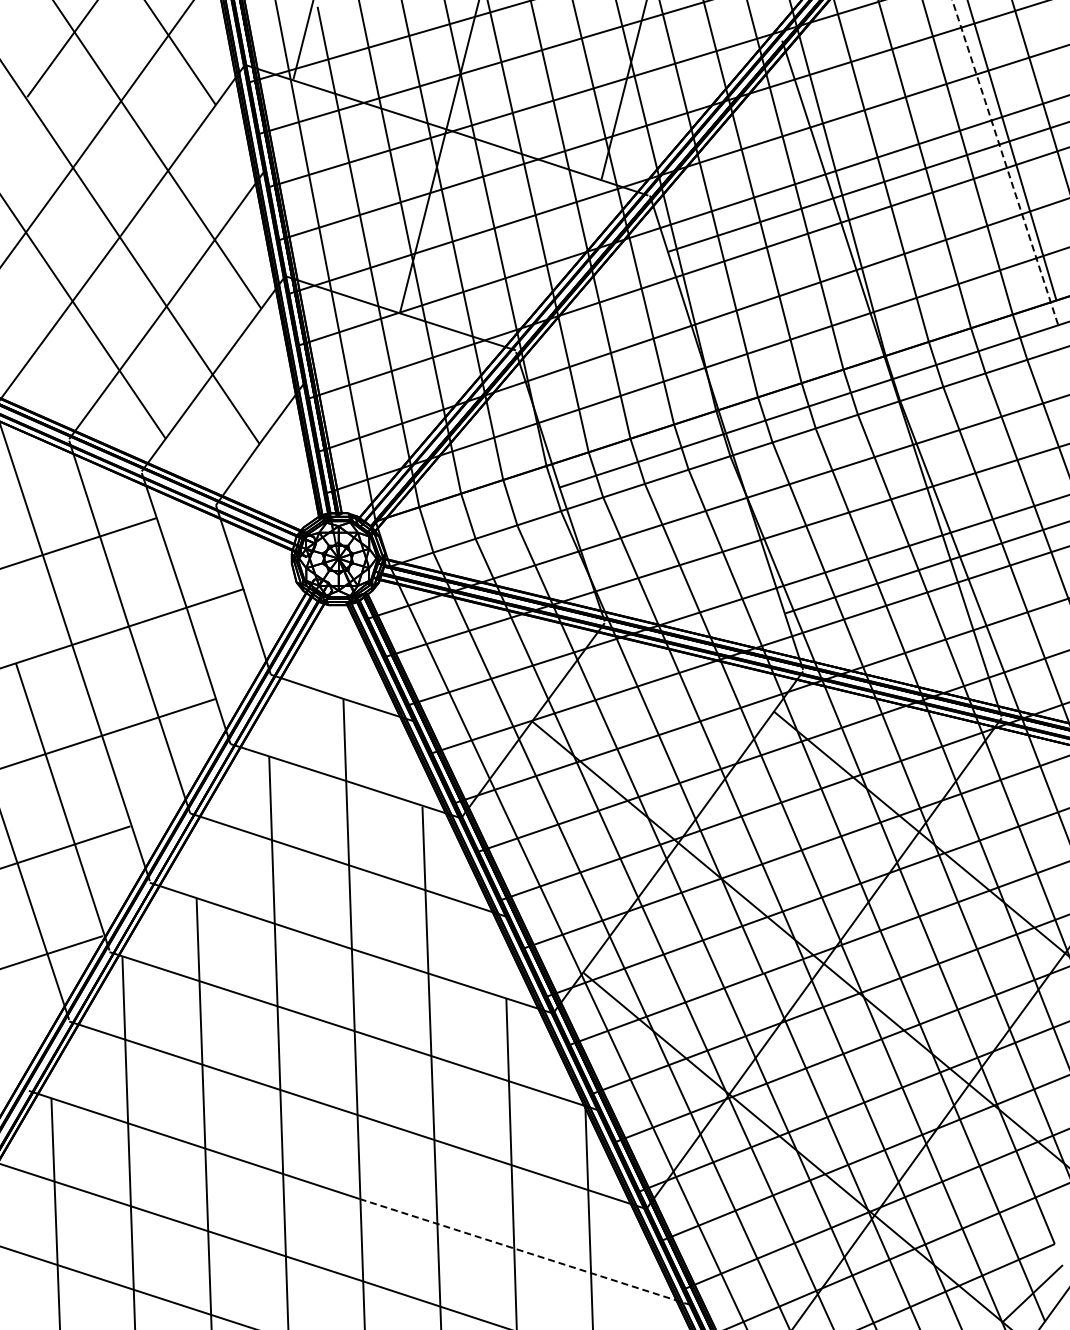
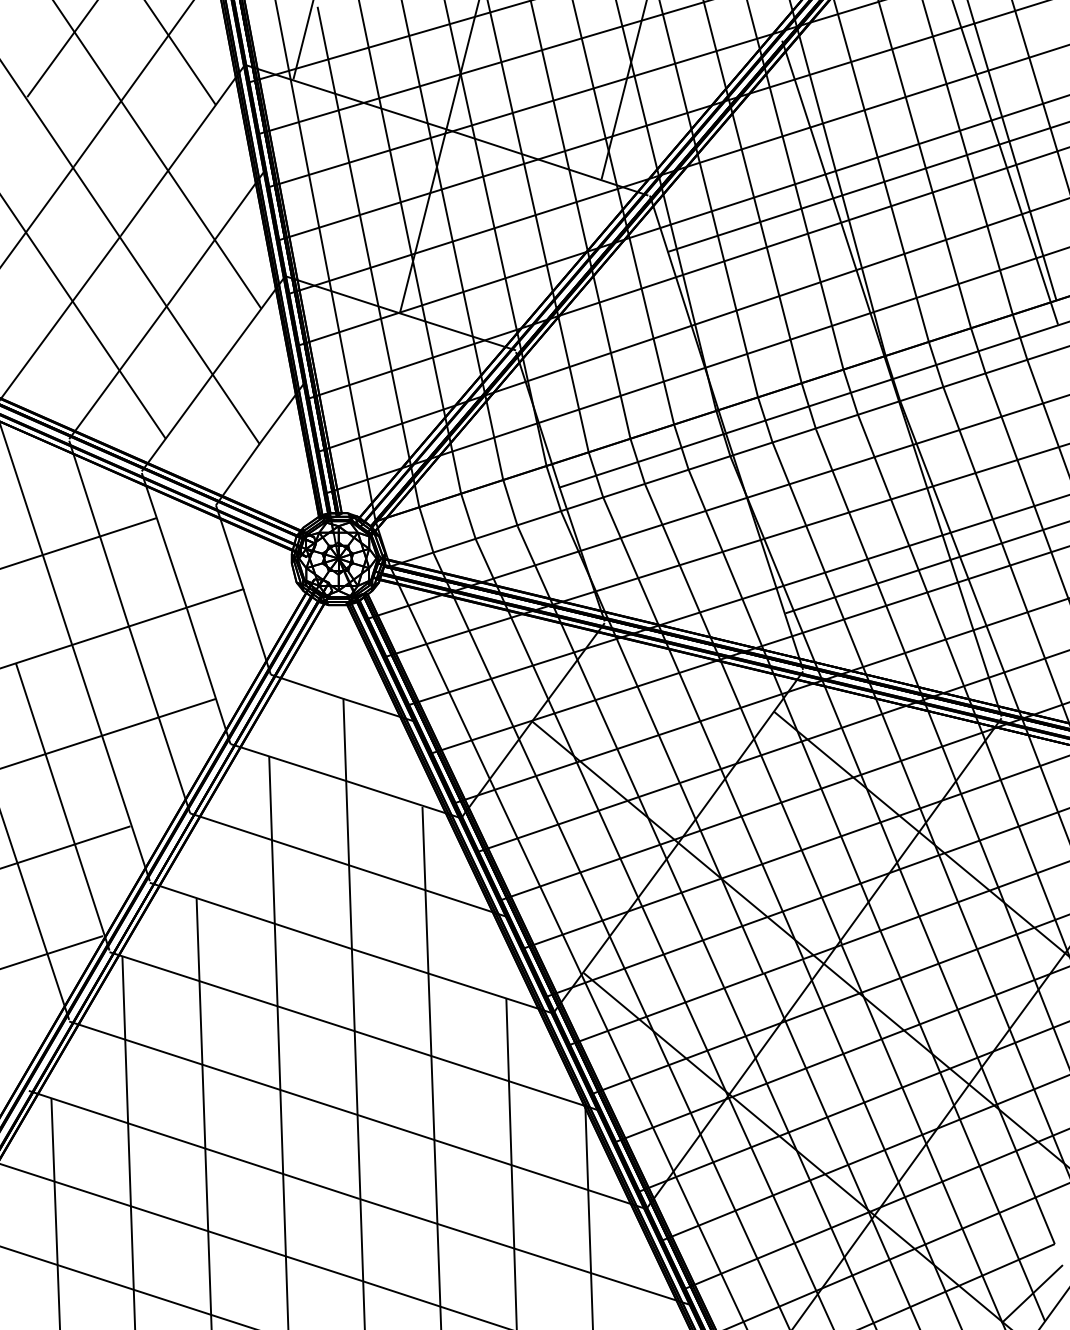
line at (1005, 162): dashed -> solid
line at (526, 1252): dashed -> solid
